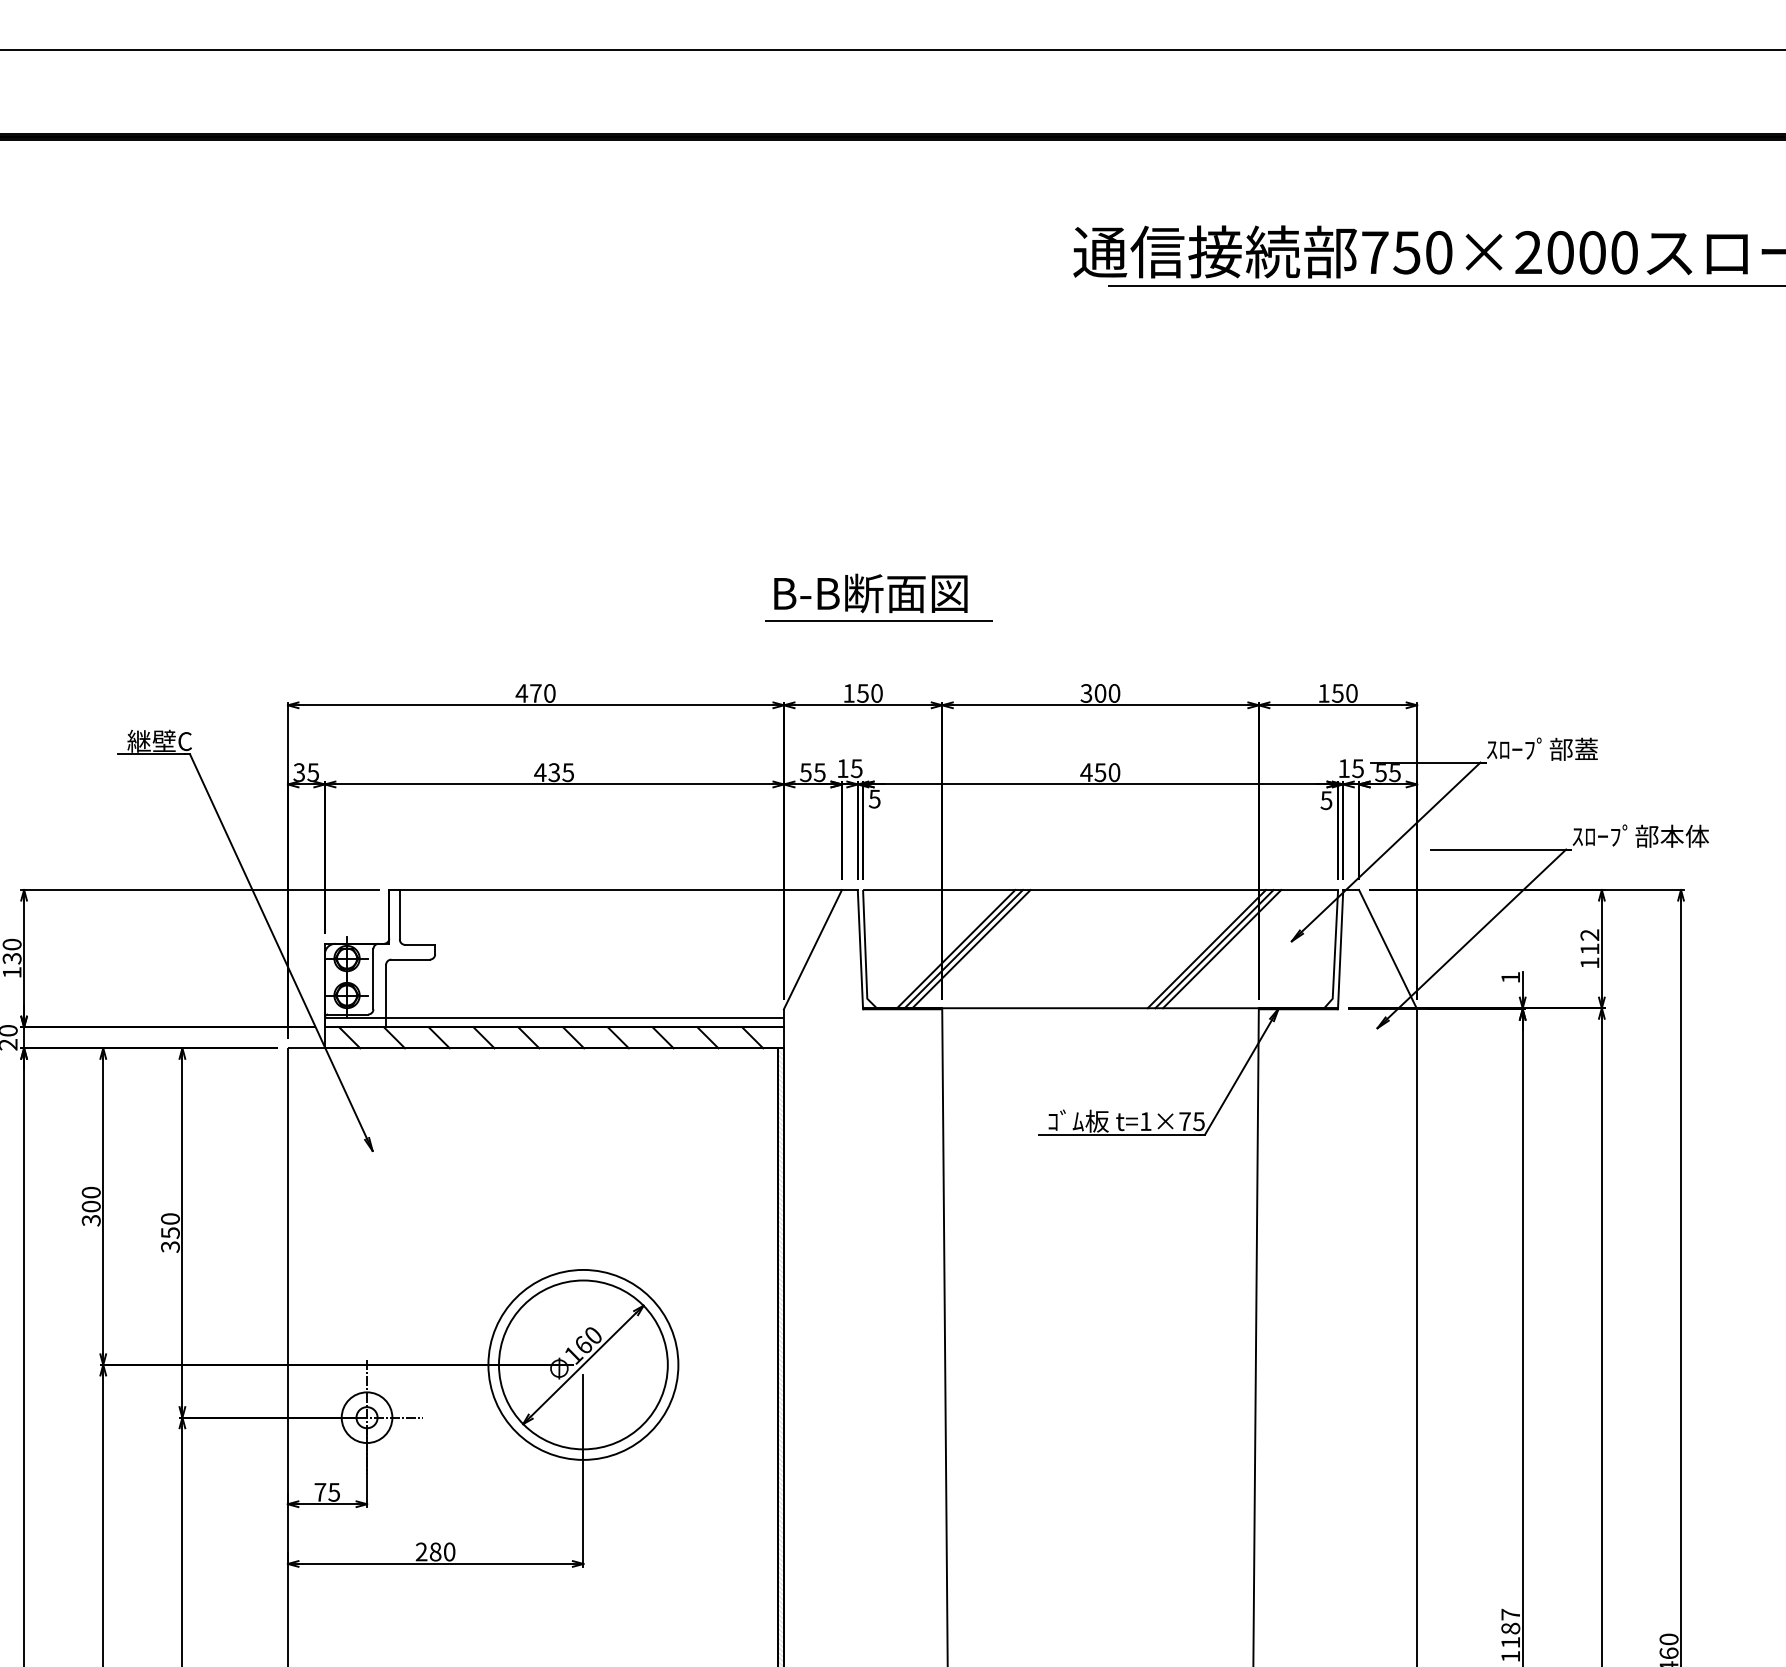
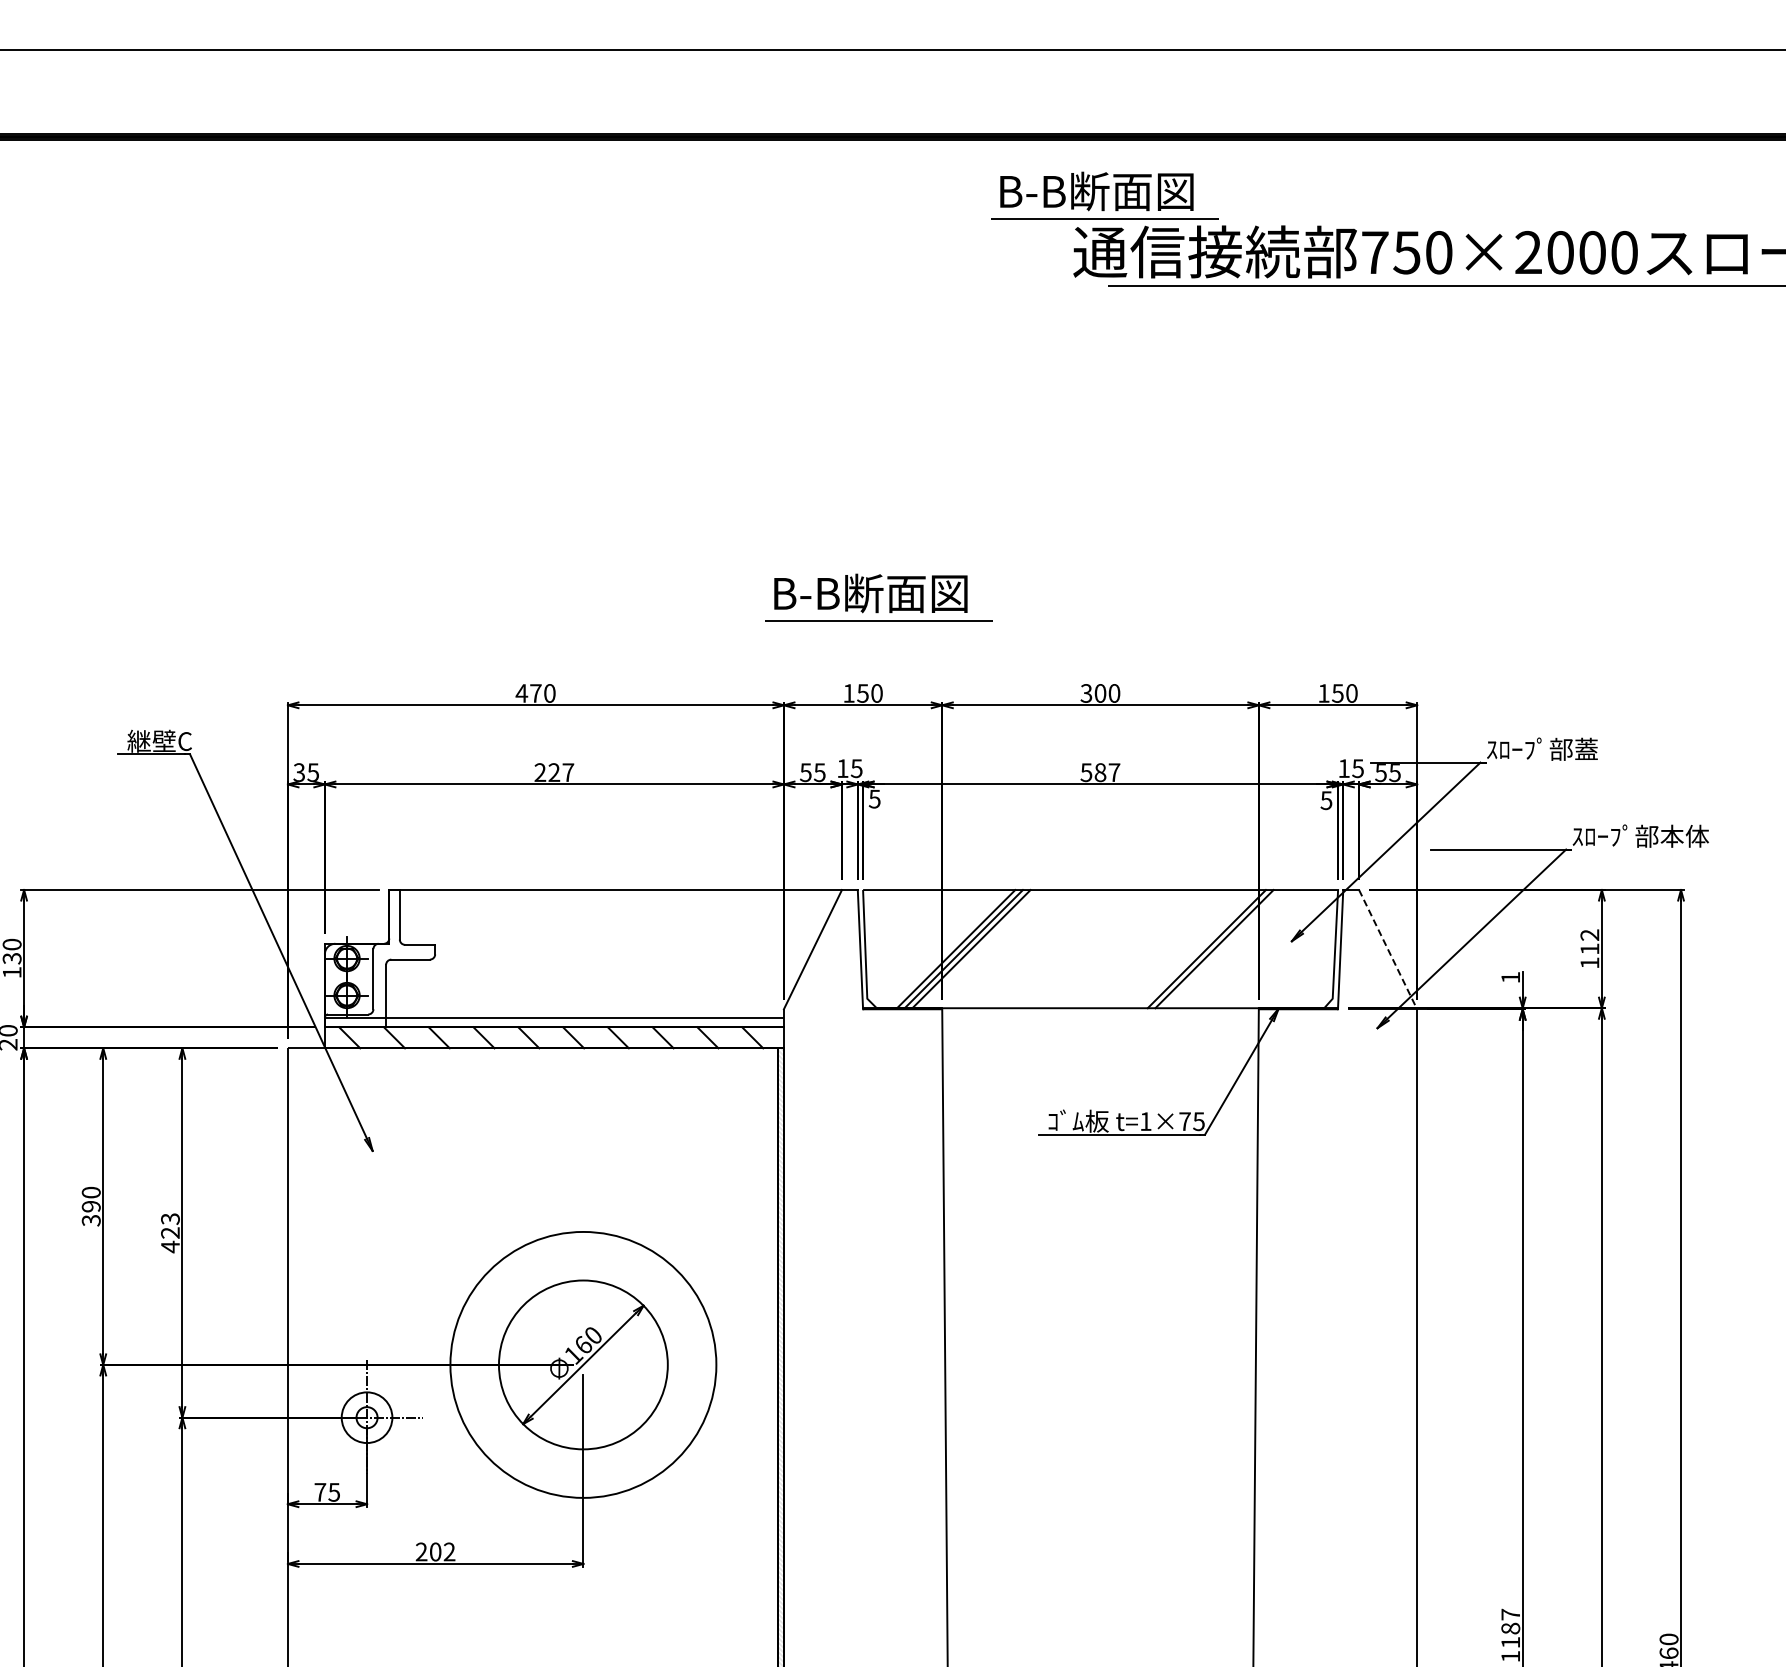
part at (1104, 195): none -> present
text at (554, 772): 435 -> 227
text at (1100, 772): 450 -> 587
line at (1222, 949): present -> none
line at (1388, 950): solid -> dashed
text at (91, 1206): 300 -> 390
text at (170, 1233): 350 -> 423
circle at (583, 1364) diameter: 190 px -> 266 px
text at (442, 1551): 280 -> 202
